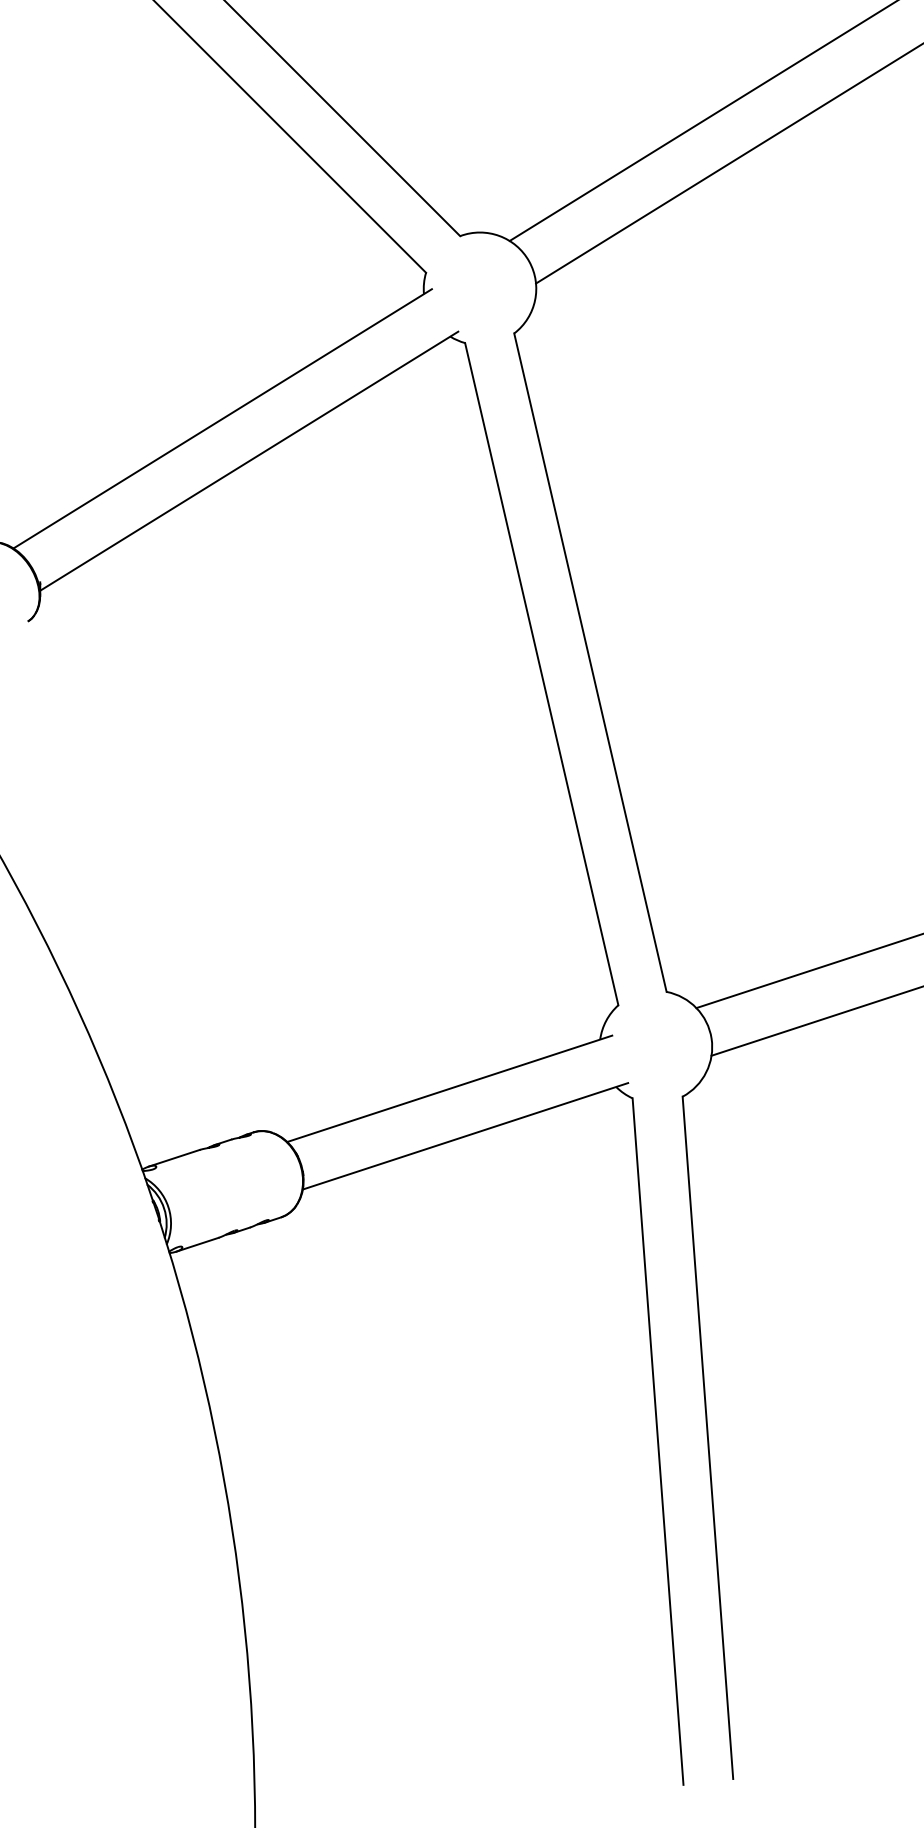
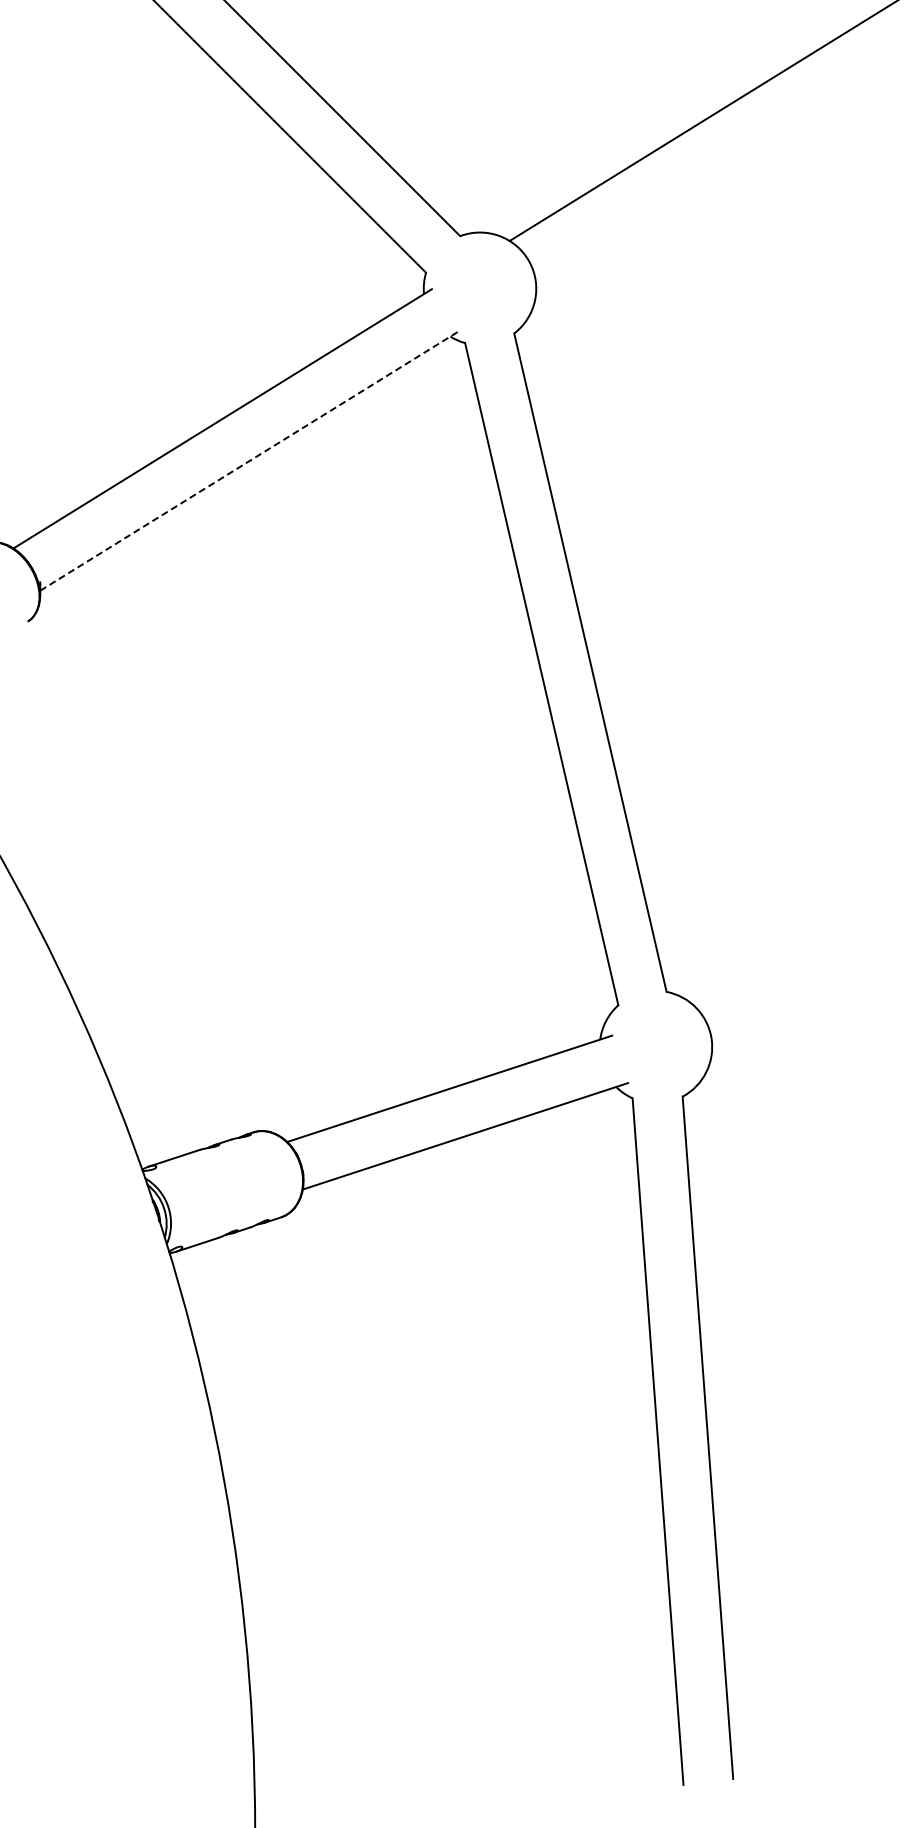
line at (728, 164): present -> none
line at (249, 461): solid -> dashed
line at (808, 971): present -> none
line at (815, 1021): present -> none
